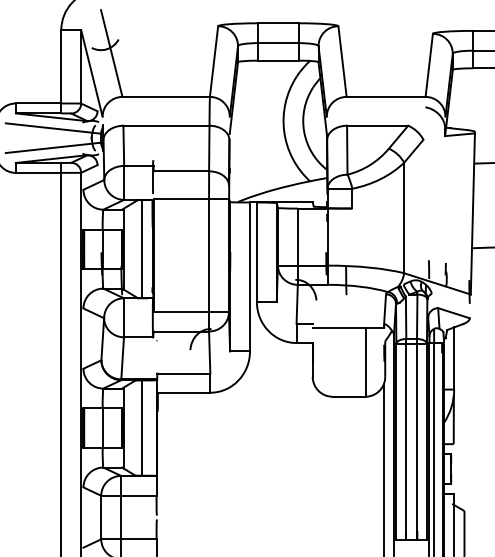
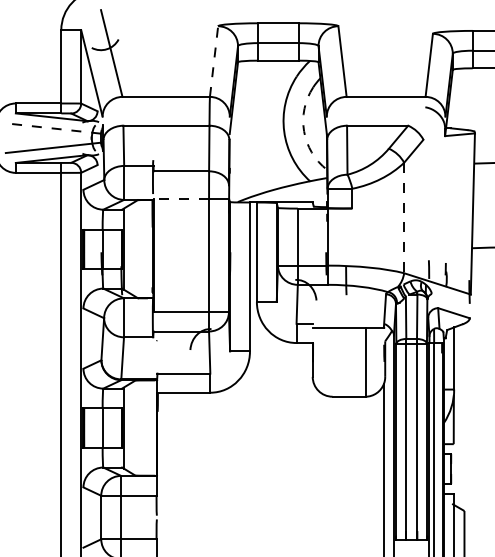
line at (214, 61): solid -> dashed
line at (53, 128): solid -> dashed
arc at (304, 131): solid -> dashed
line at (181, 199): solid -> dashed
line at (404, 218): solid -> dashed
line at (141, 249): present -> none
line at (141, 427): present -> none
